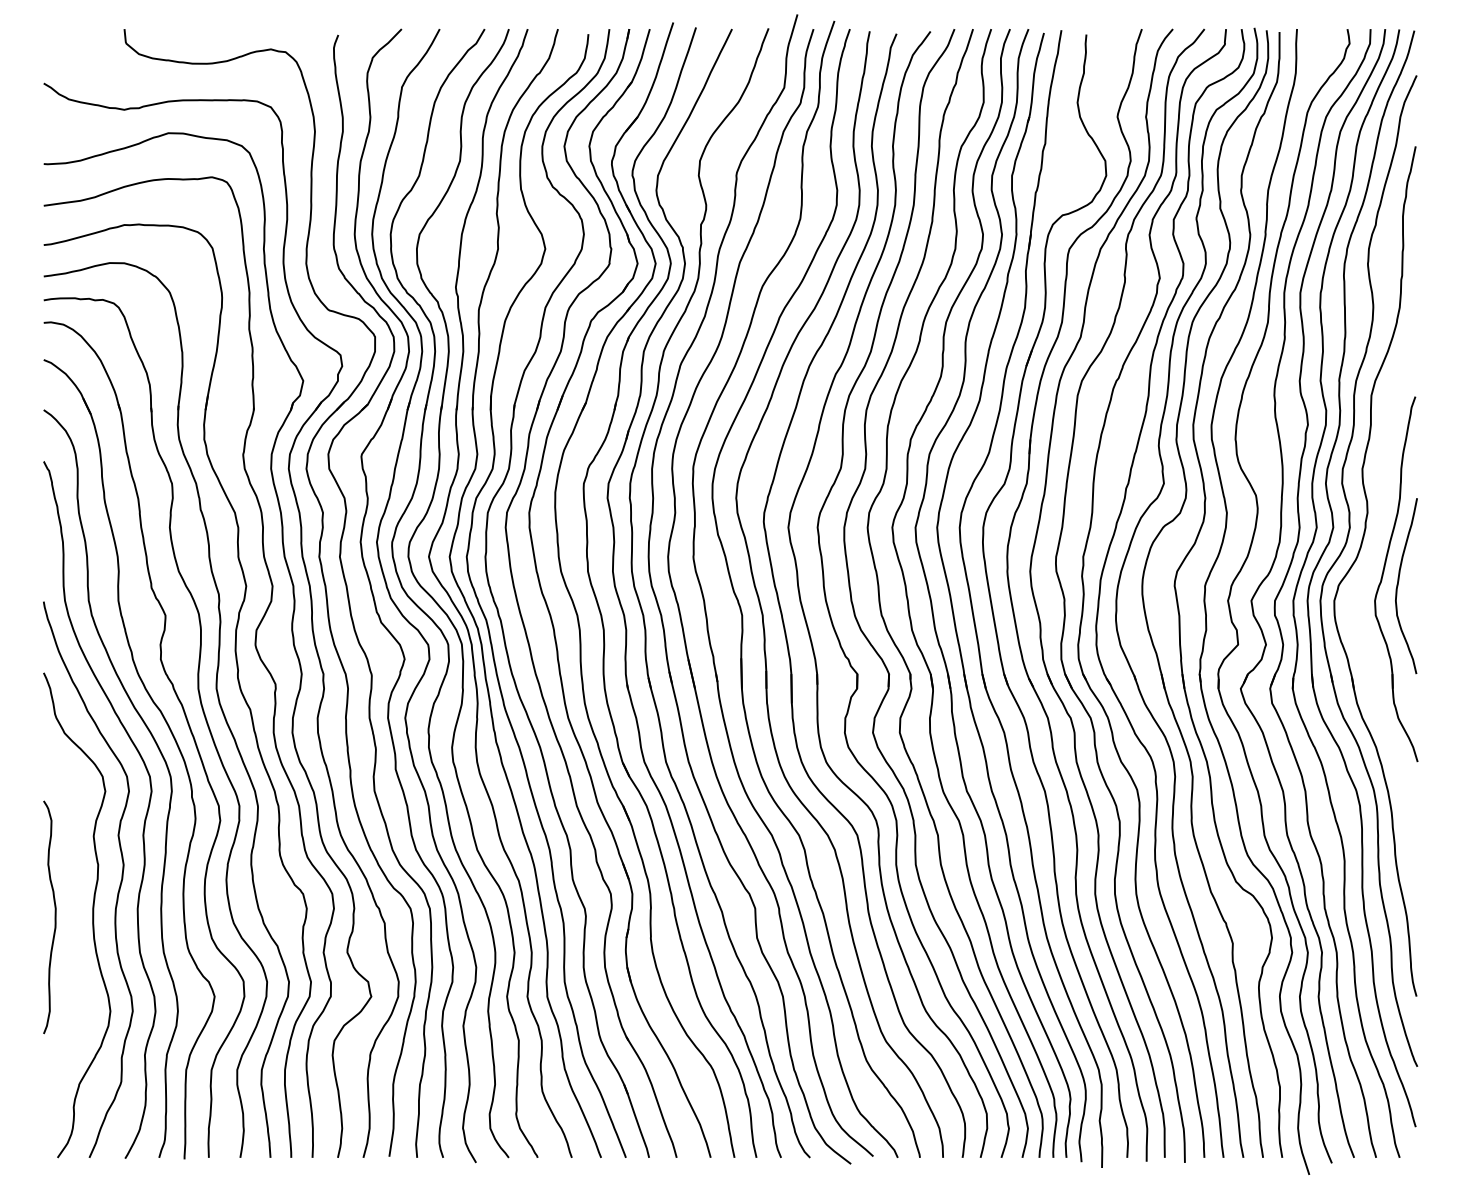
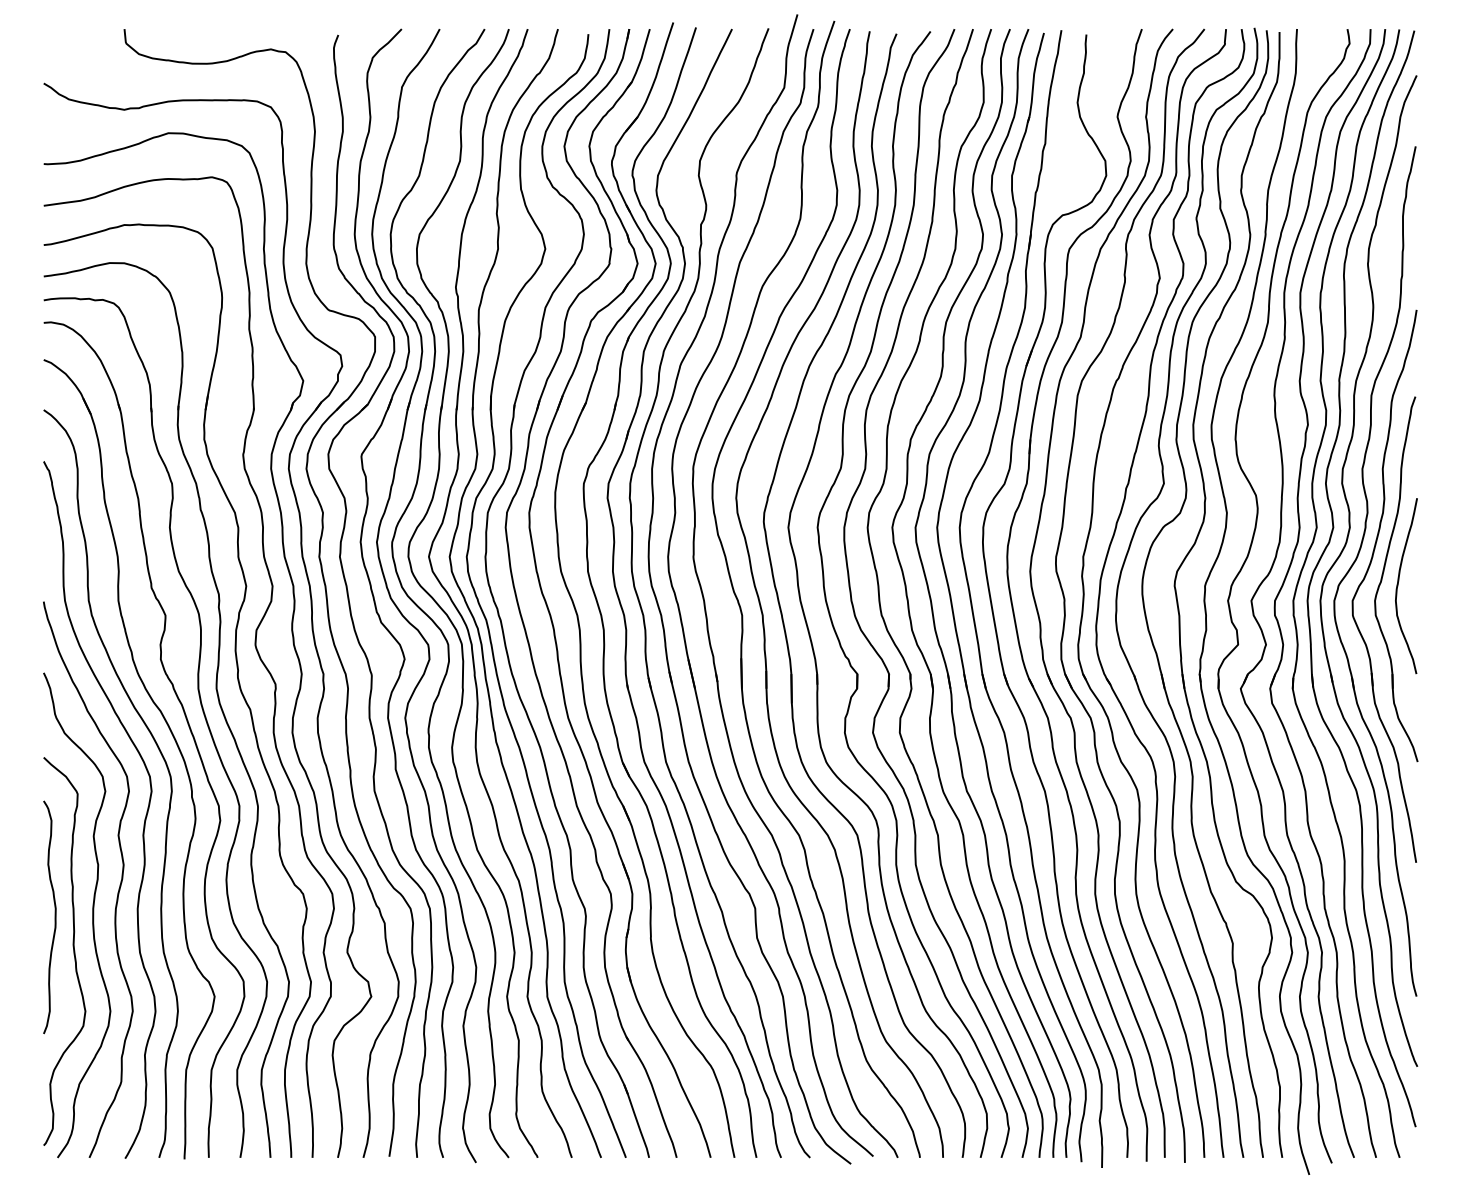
part at (1366, 576): none -> present
curve at (73, 951): none -> present
